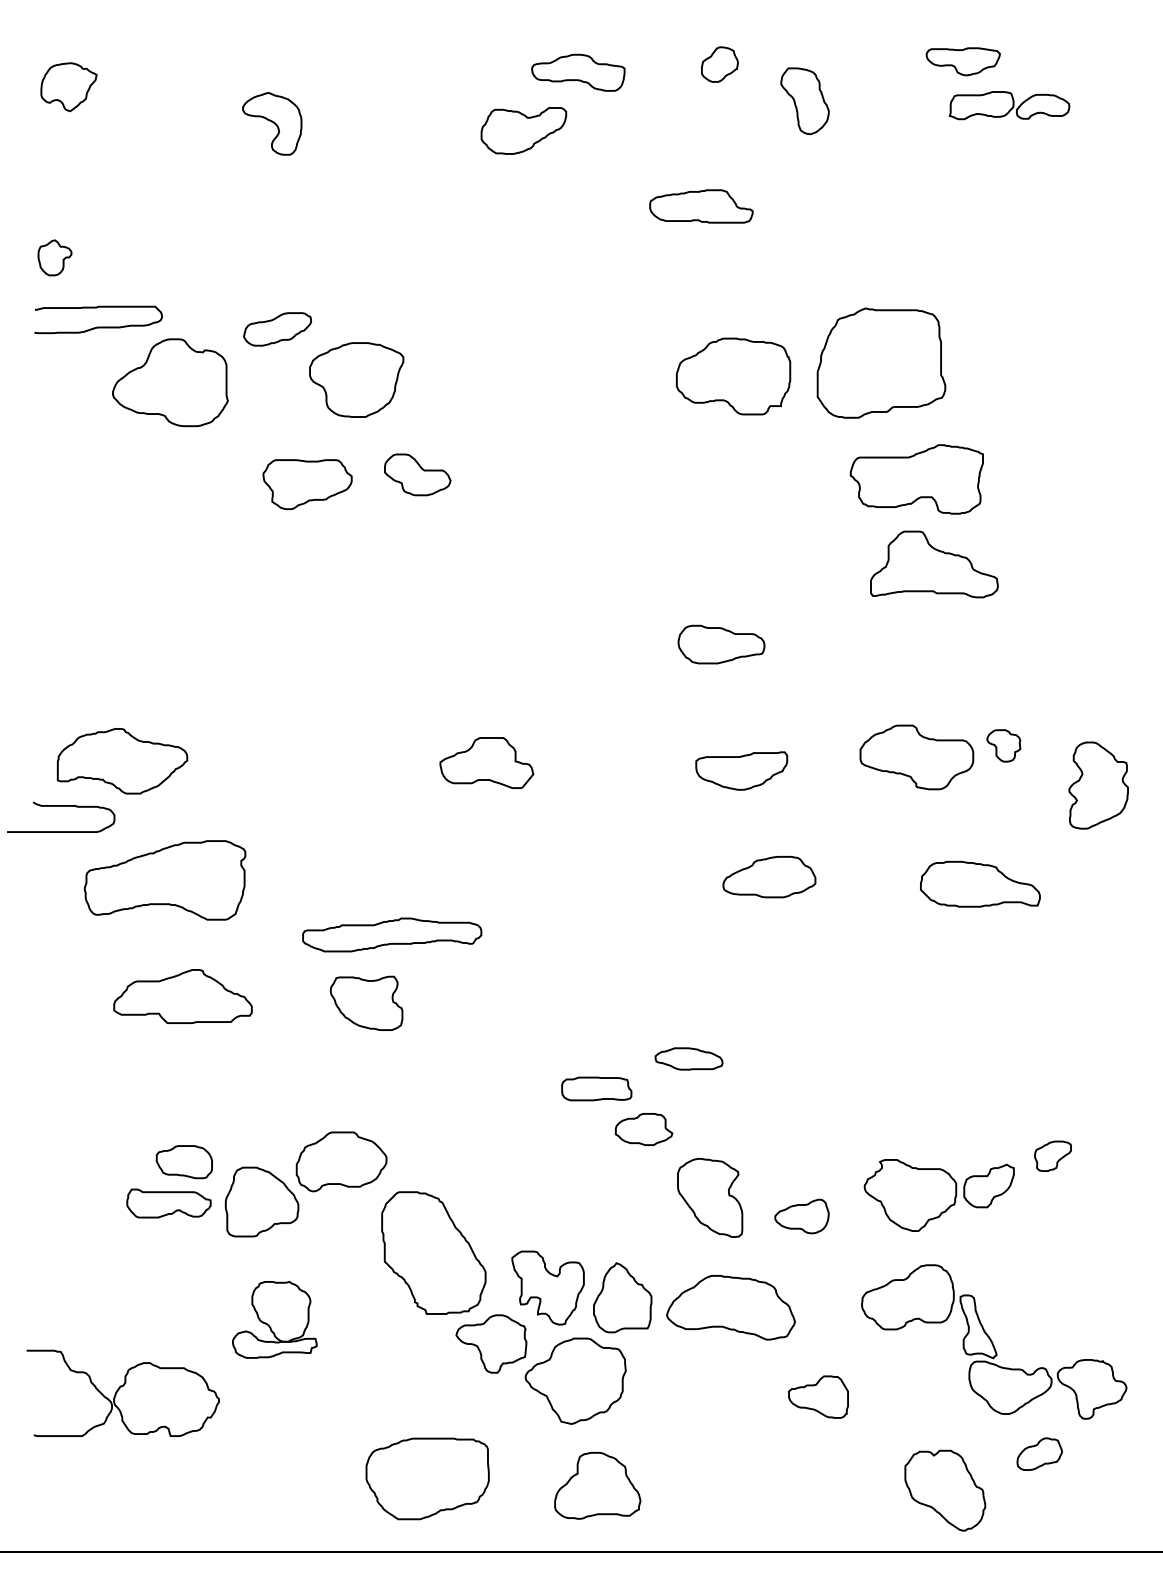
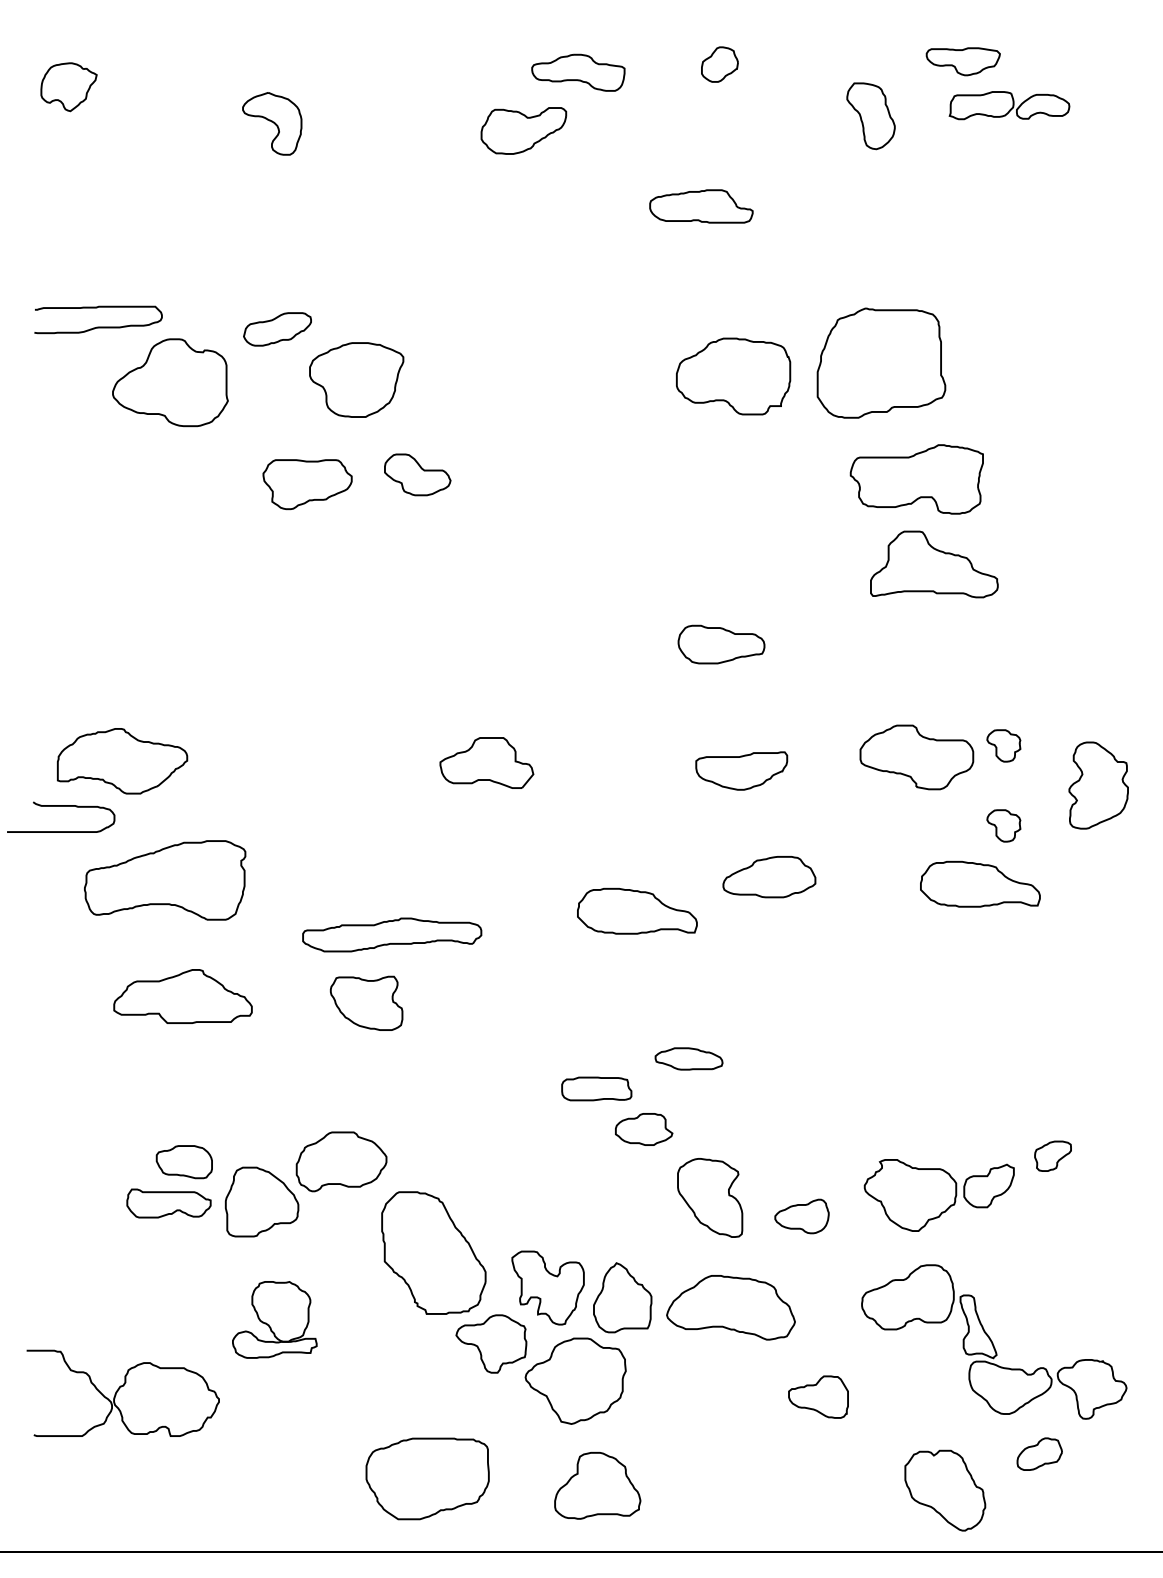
part at (804, 101) position: (804, 101) -> (870, 116)
part at (54, 257): present -> none
part at (1003, 825): none -> present
part at (637, 910): none -> present
